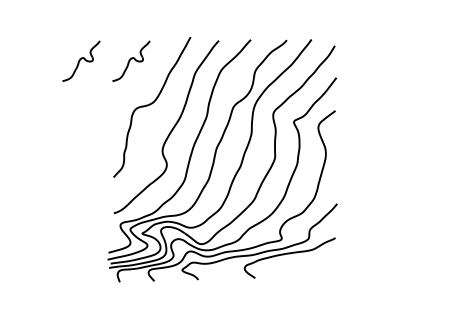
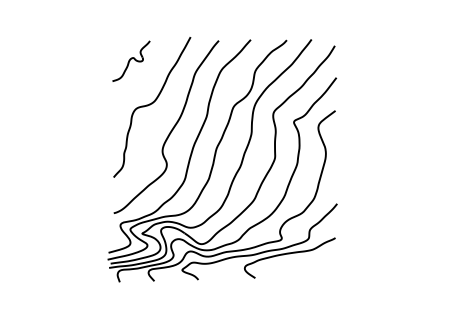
part at (81, 60): present -> none
